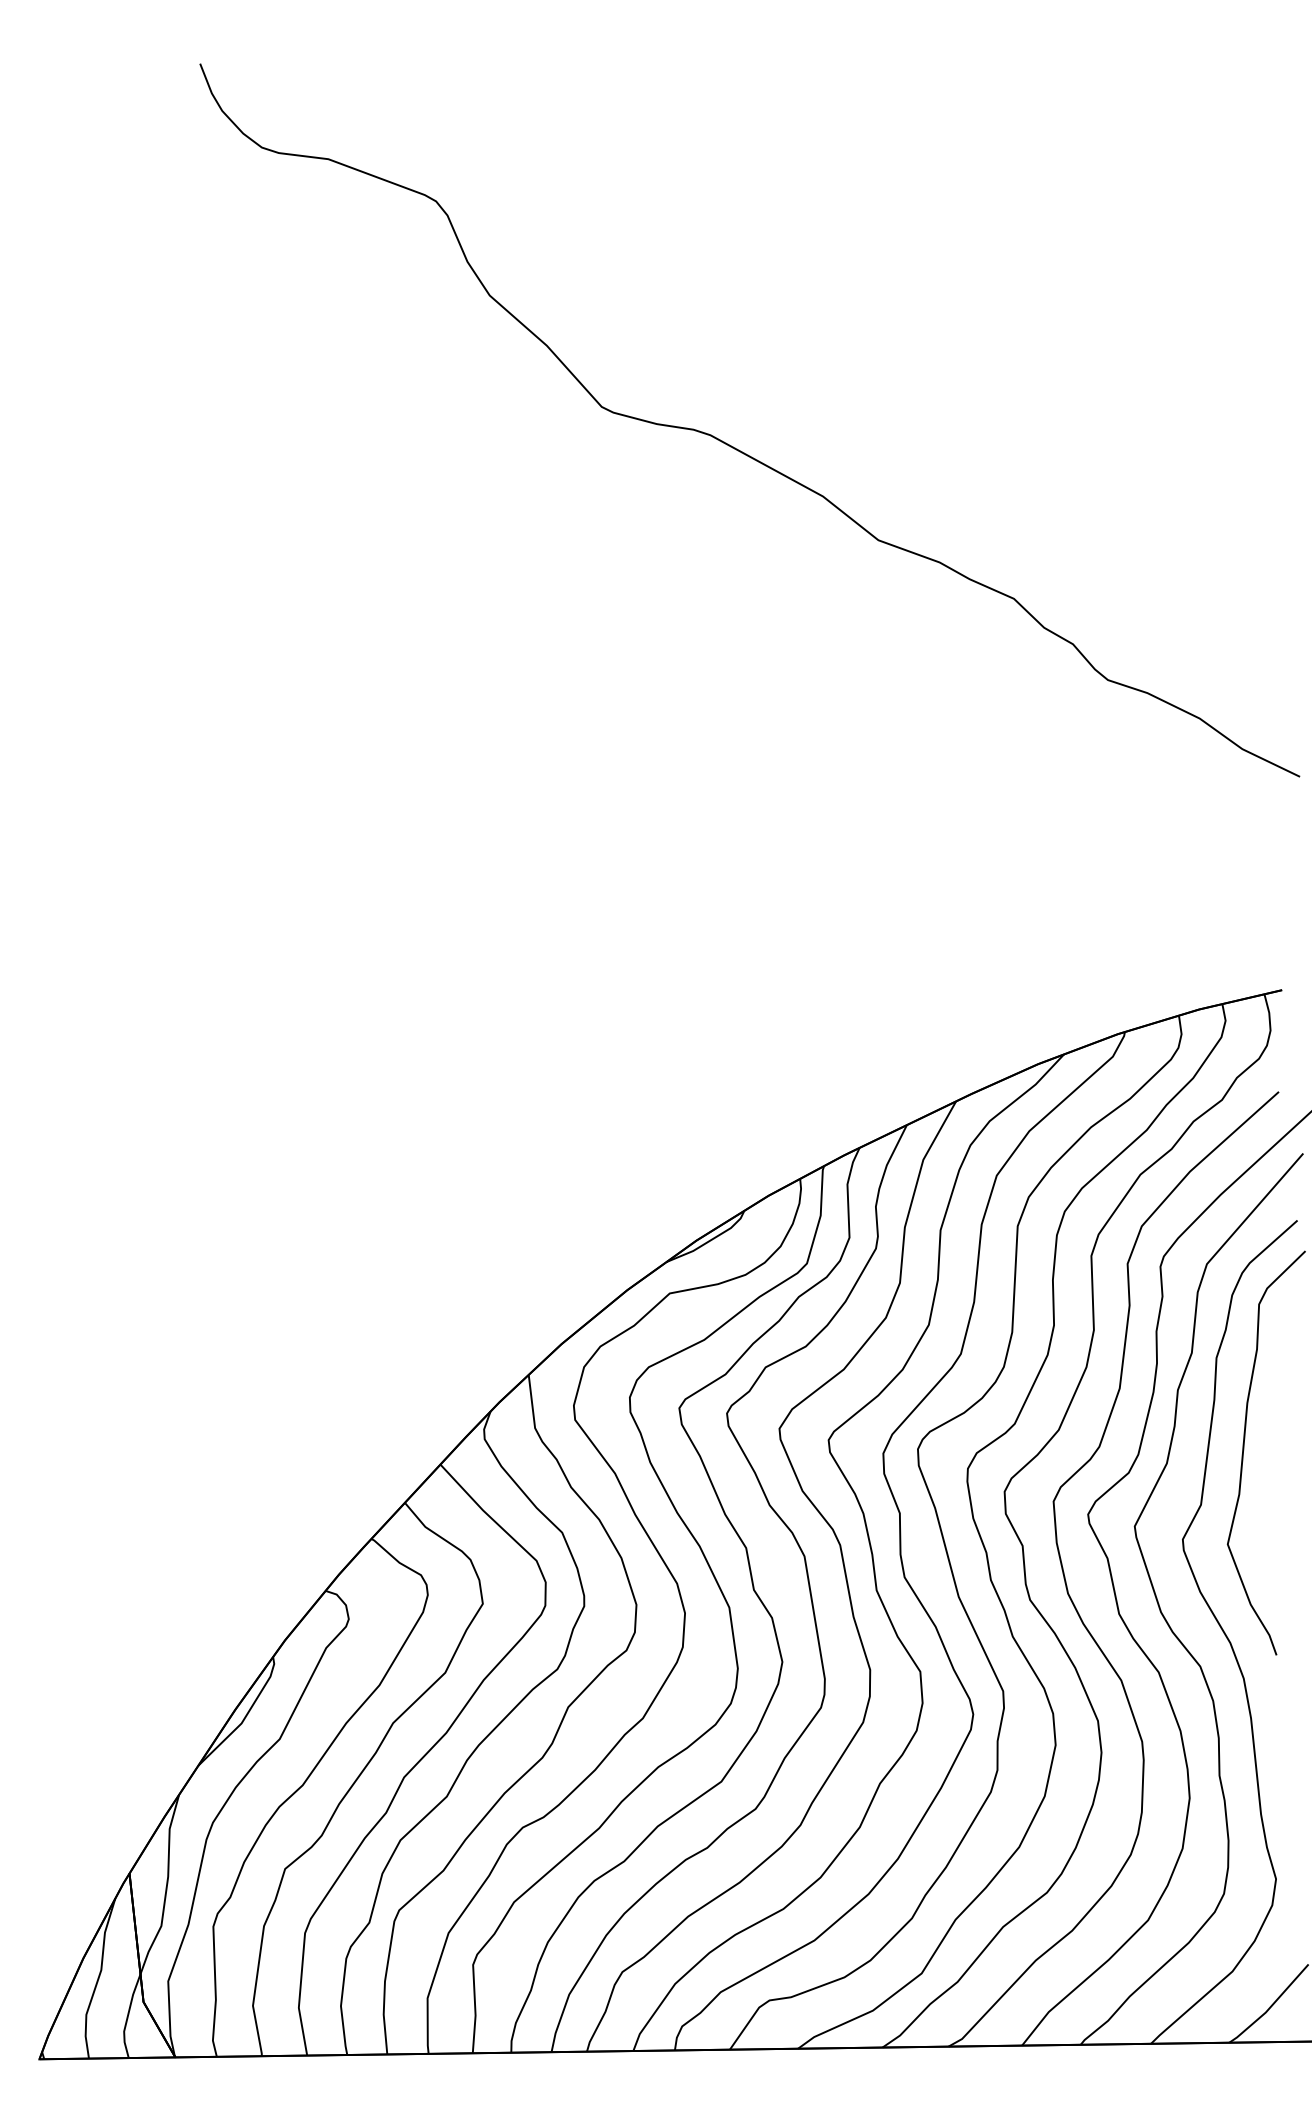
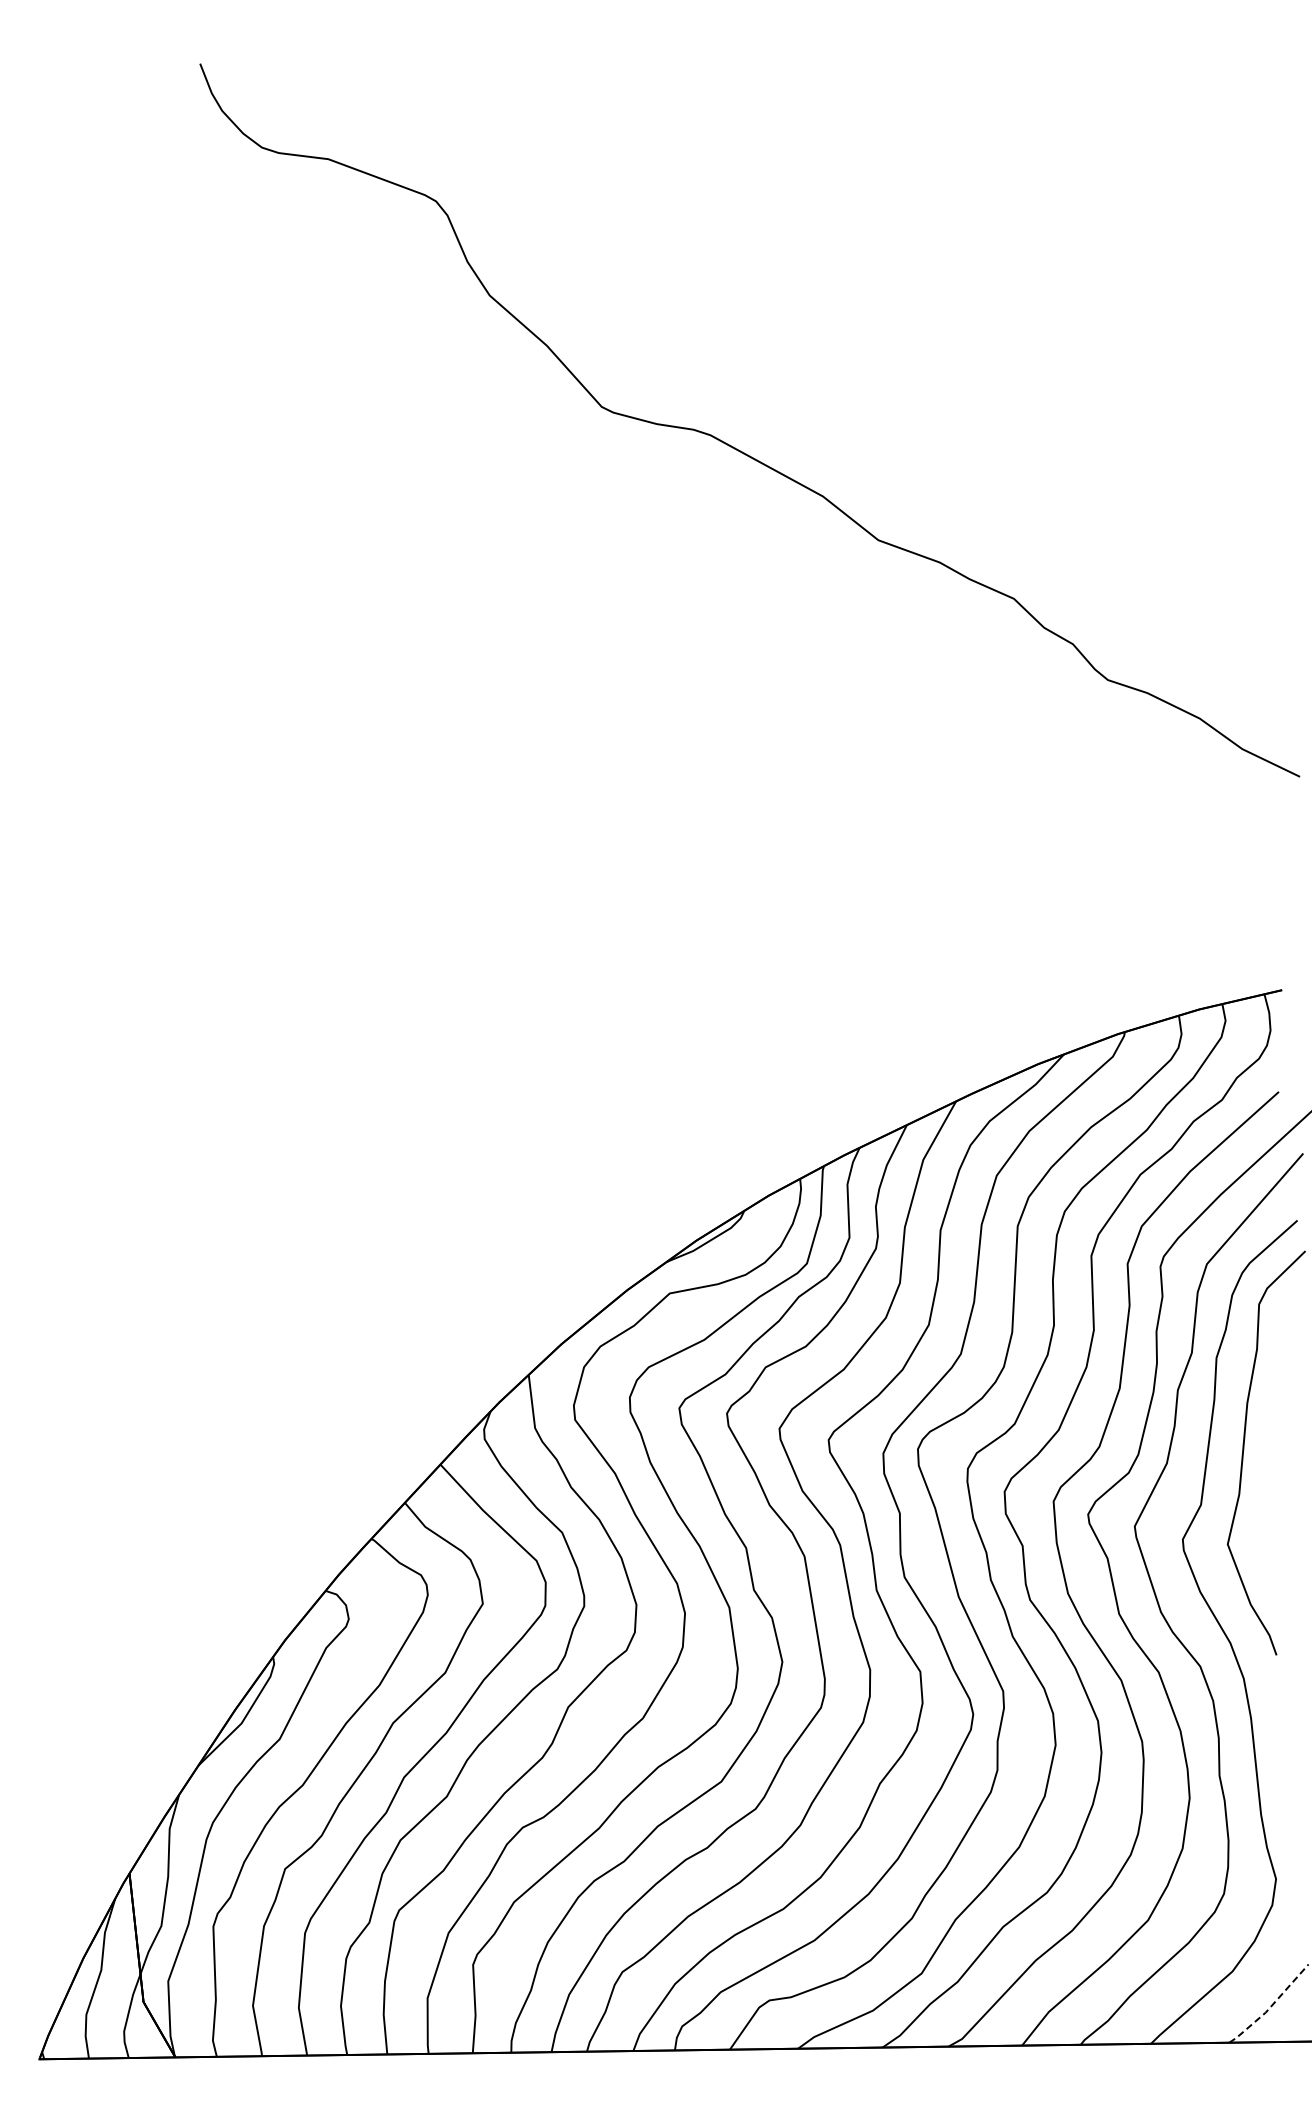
line at (1271, 2006): solid -> dashed
